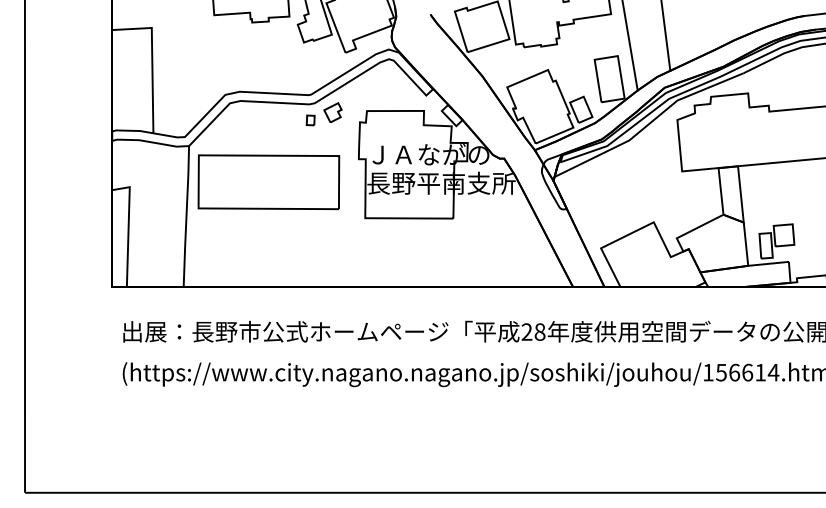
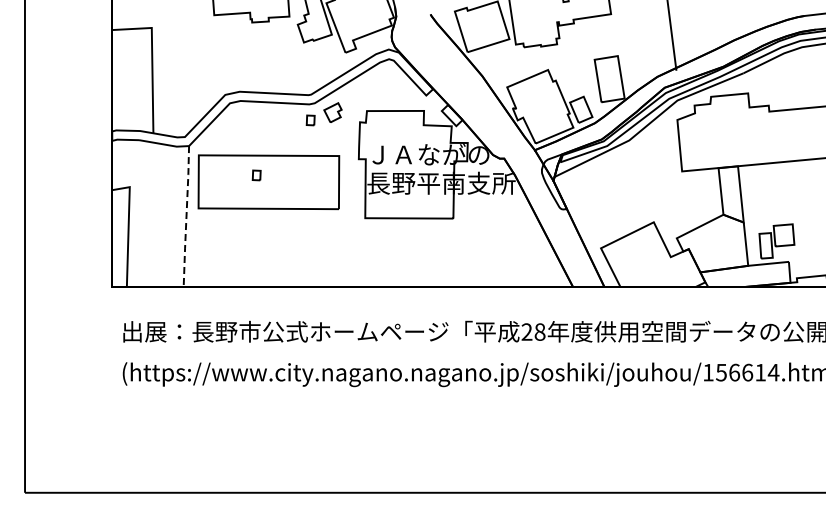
line at (665, 36) position: (665, 36) -> (671, 35)
line at (629, 46): present -> none
part at (256, 175): none -> present
line at (186, 216): solid -> dashed
